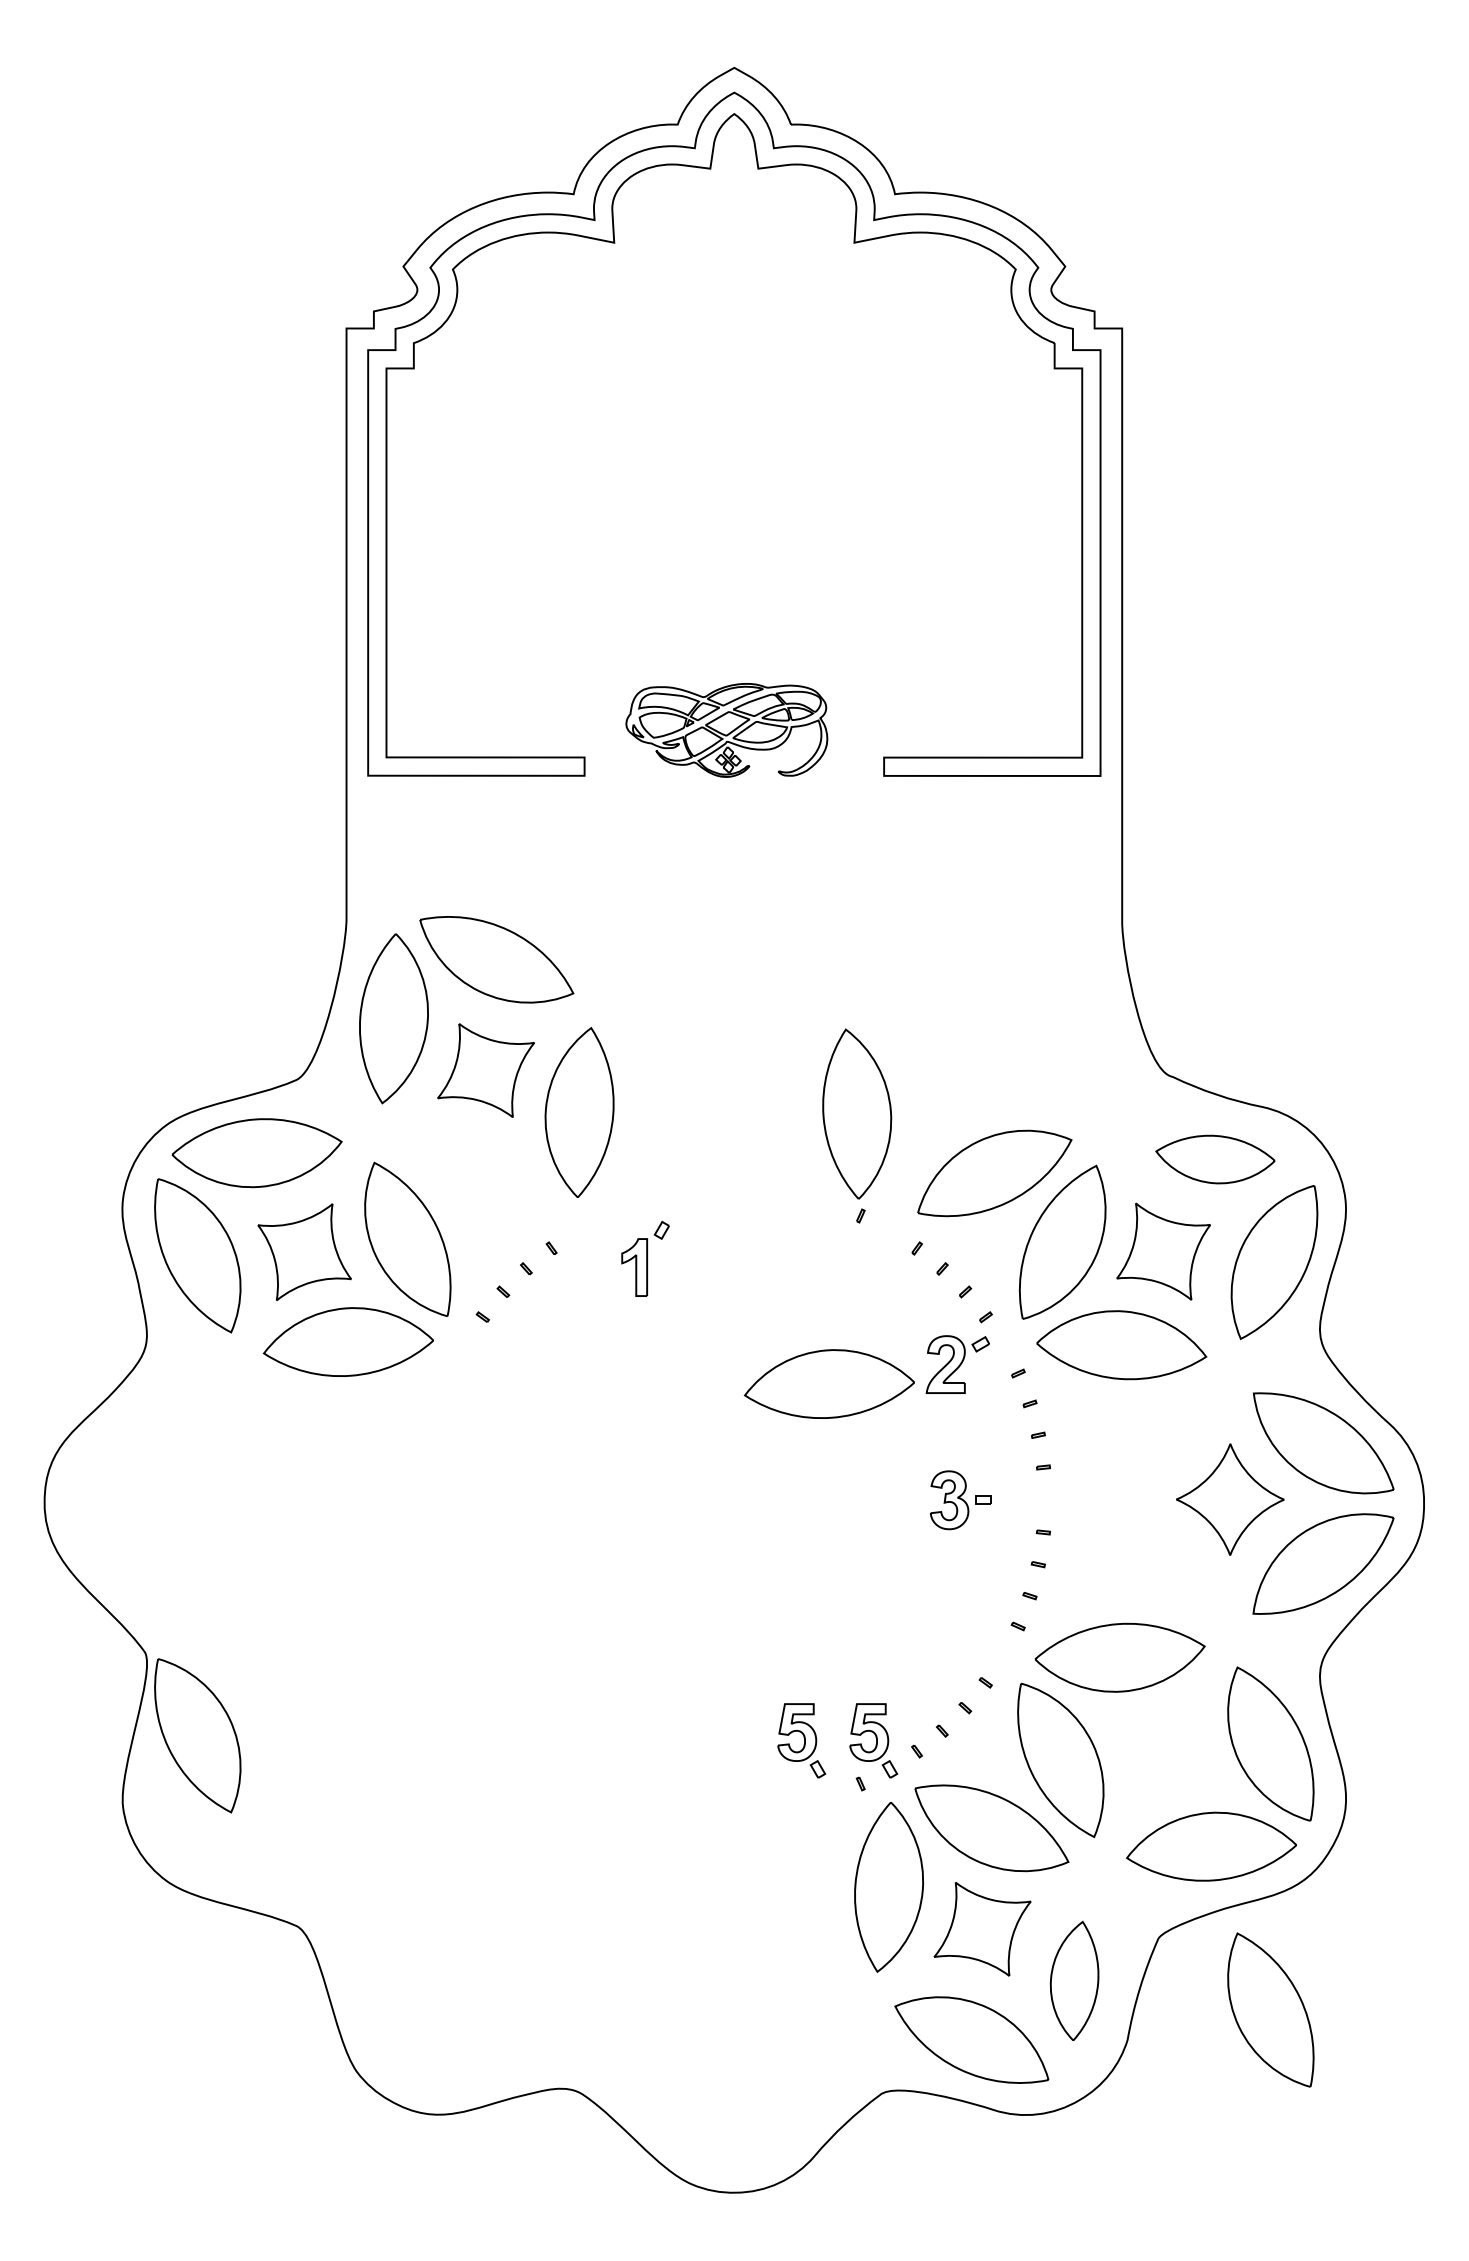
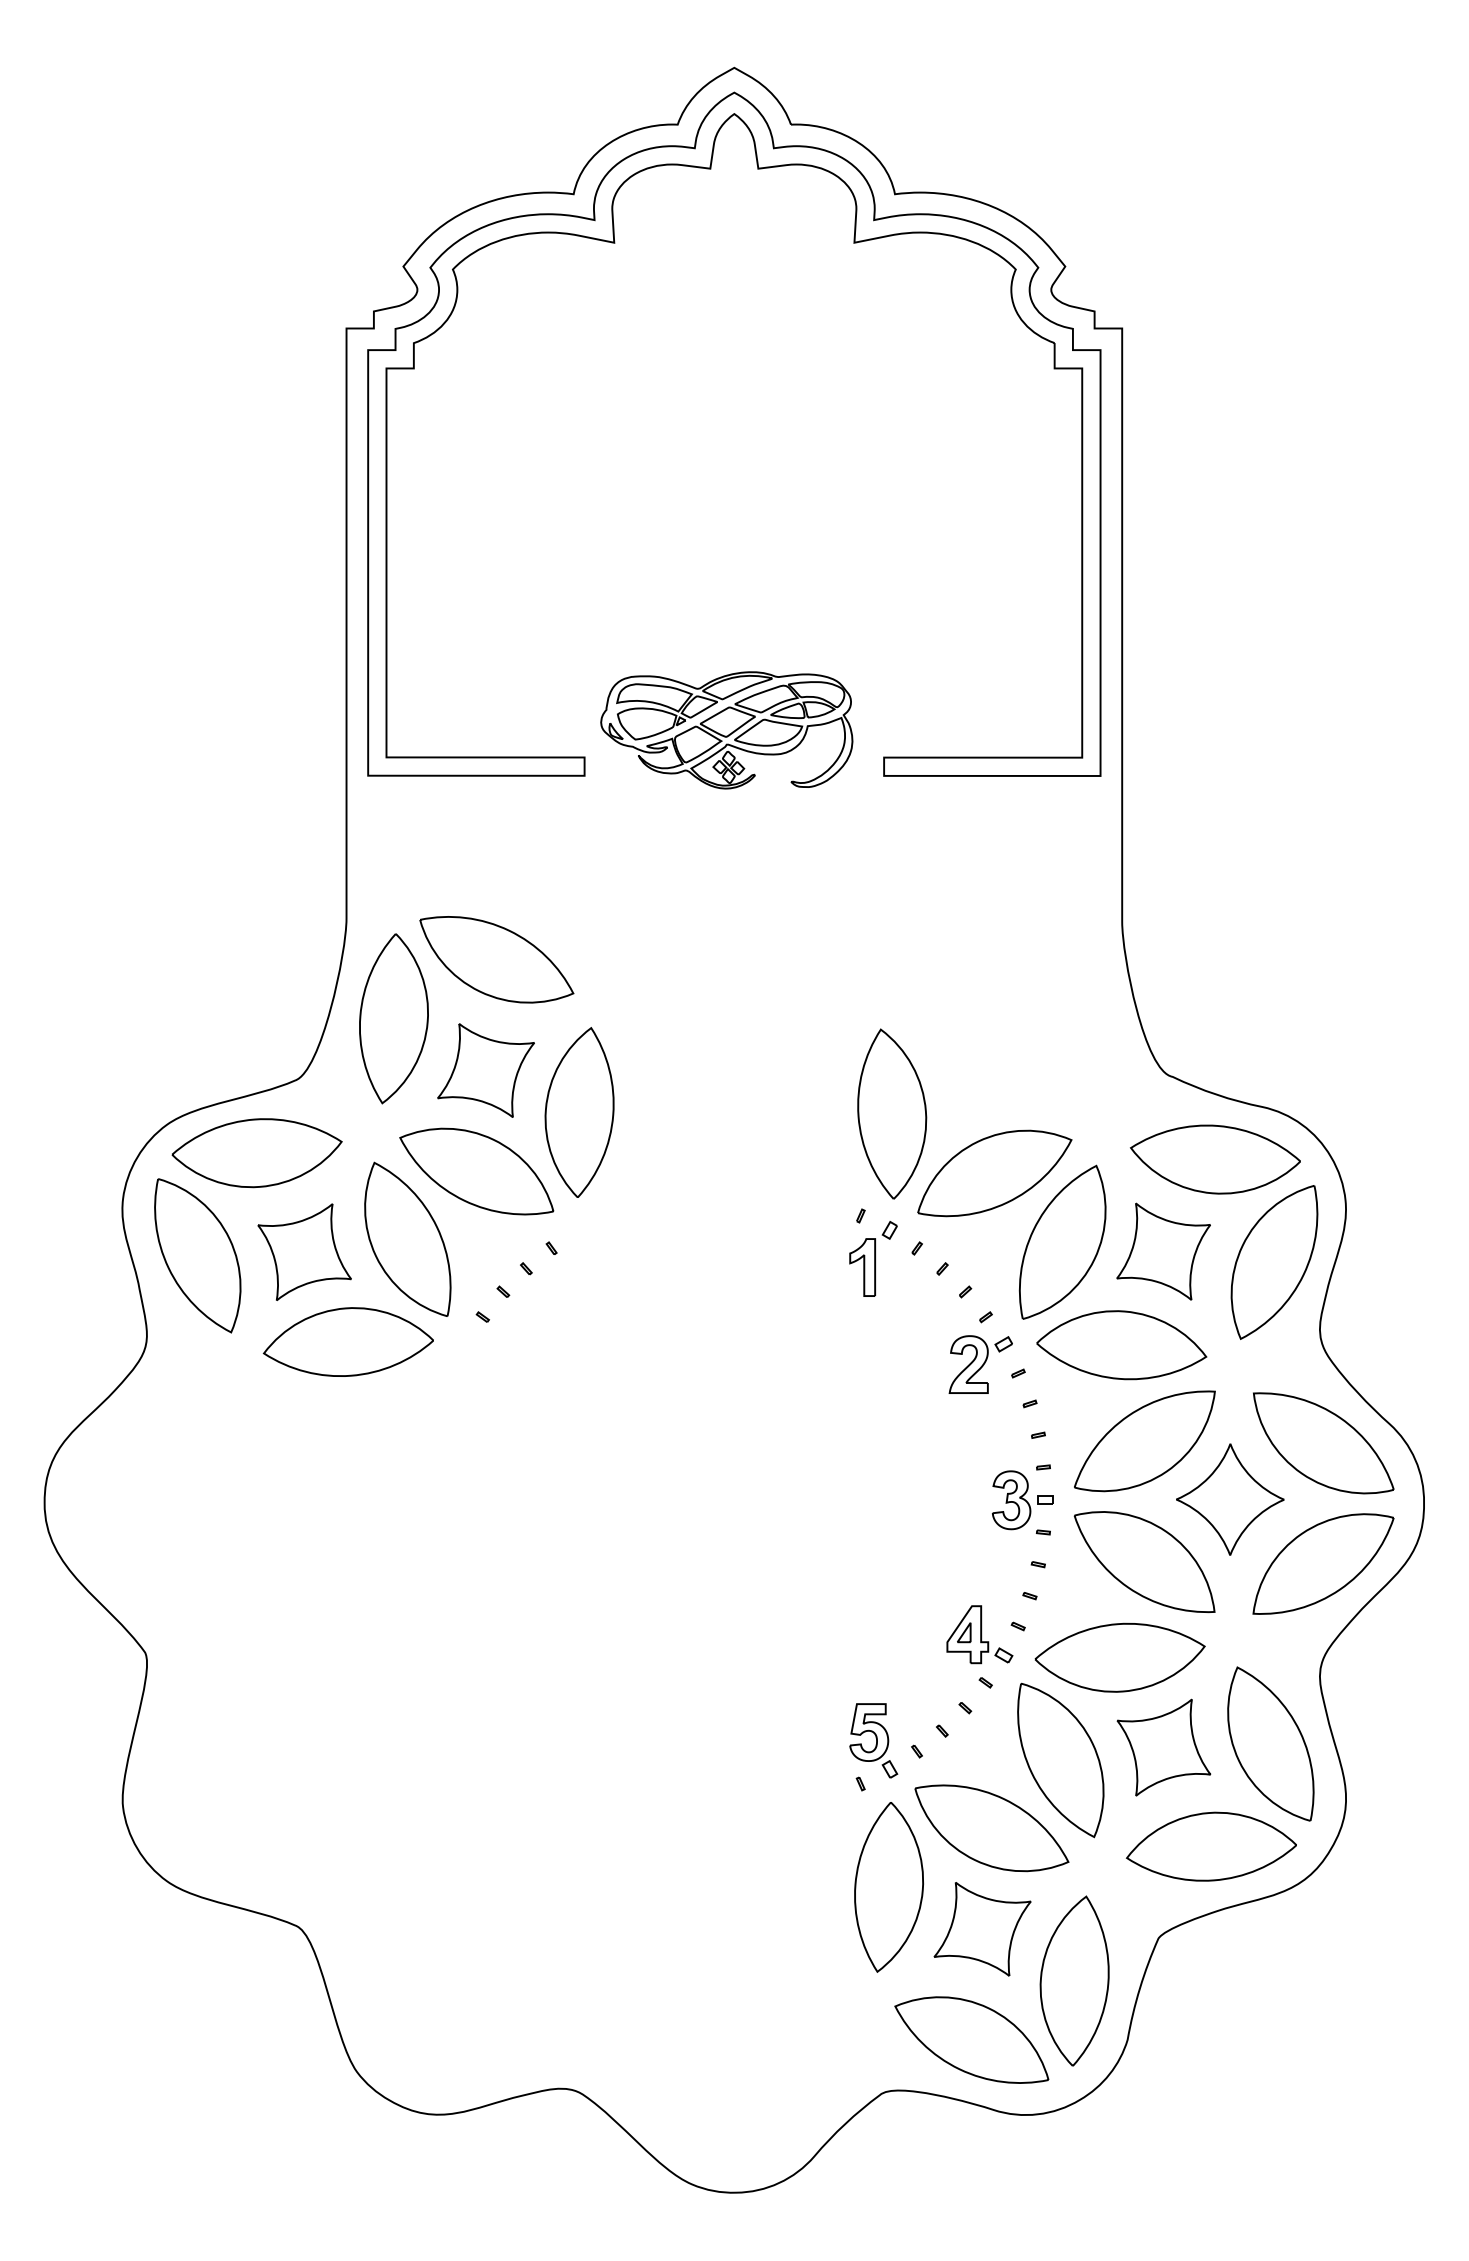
part at (726, 730) size: 204x95 px -> 254x119 px
part at (857, 1113) position: (857, 1113) -> (892, 1113)
part at (1215, 1159) size: 121x51 px -> 171x71 px
part at (476, 1171): none -> present
part at (645, 1258) position: (645, 1258) -> (873, 1258)
part at (957, 1364) position: (957, 1364) -> (980, 1364)
part at (828, 1383): present -> none
part at (1144, 1441): none -> present
part at (960, 1500) position: (960, 1500) -> (1022, 1500)
part at (1144, 1562): none -> present
part at (979, 1634): none -> present
part at (197, 1735): present -> none
part at (801, 1740): present -> none
part at (1163, 1747): none -> present
part at (1074, 1980) size: 51x121 px -> 71x172 px
part at (1270, 2009): present -> none
